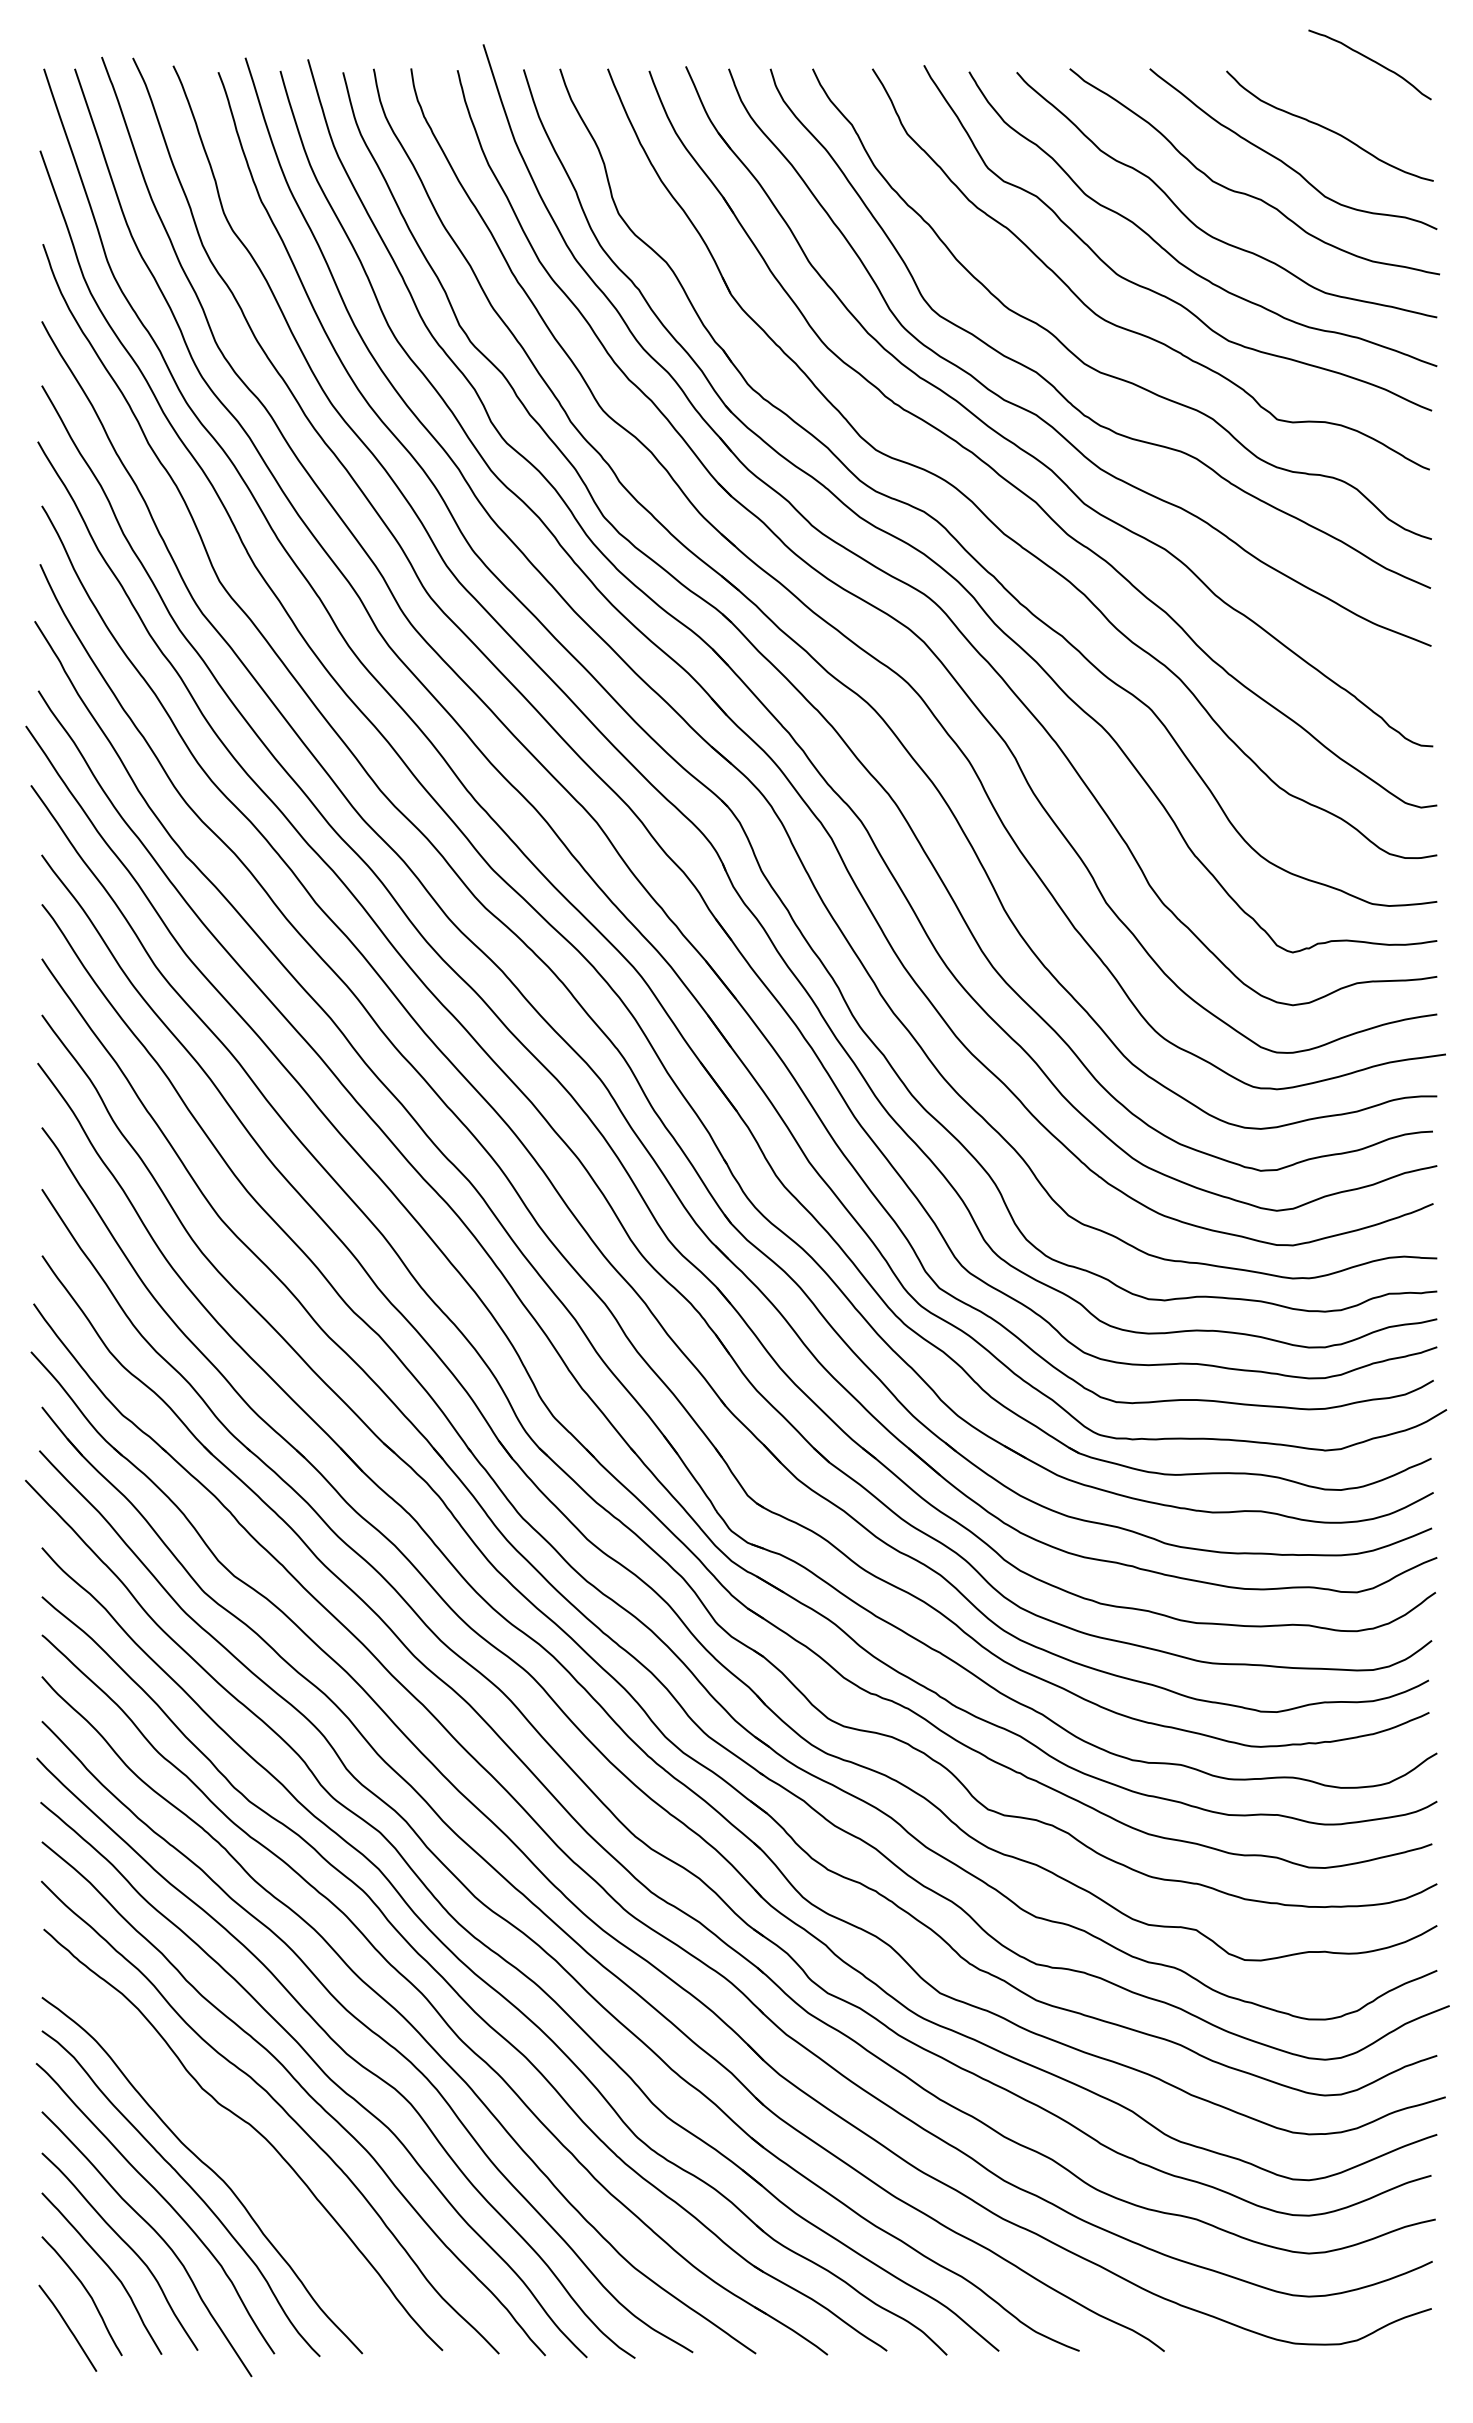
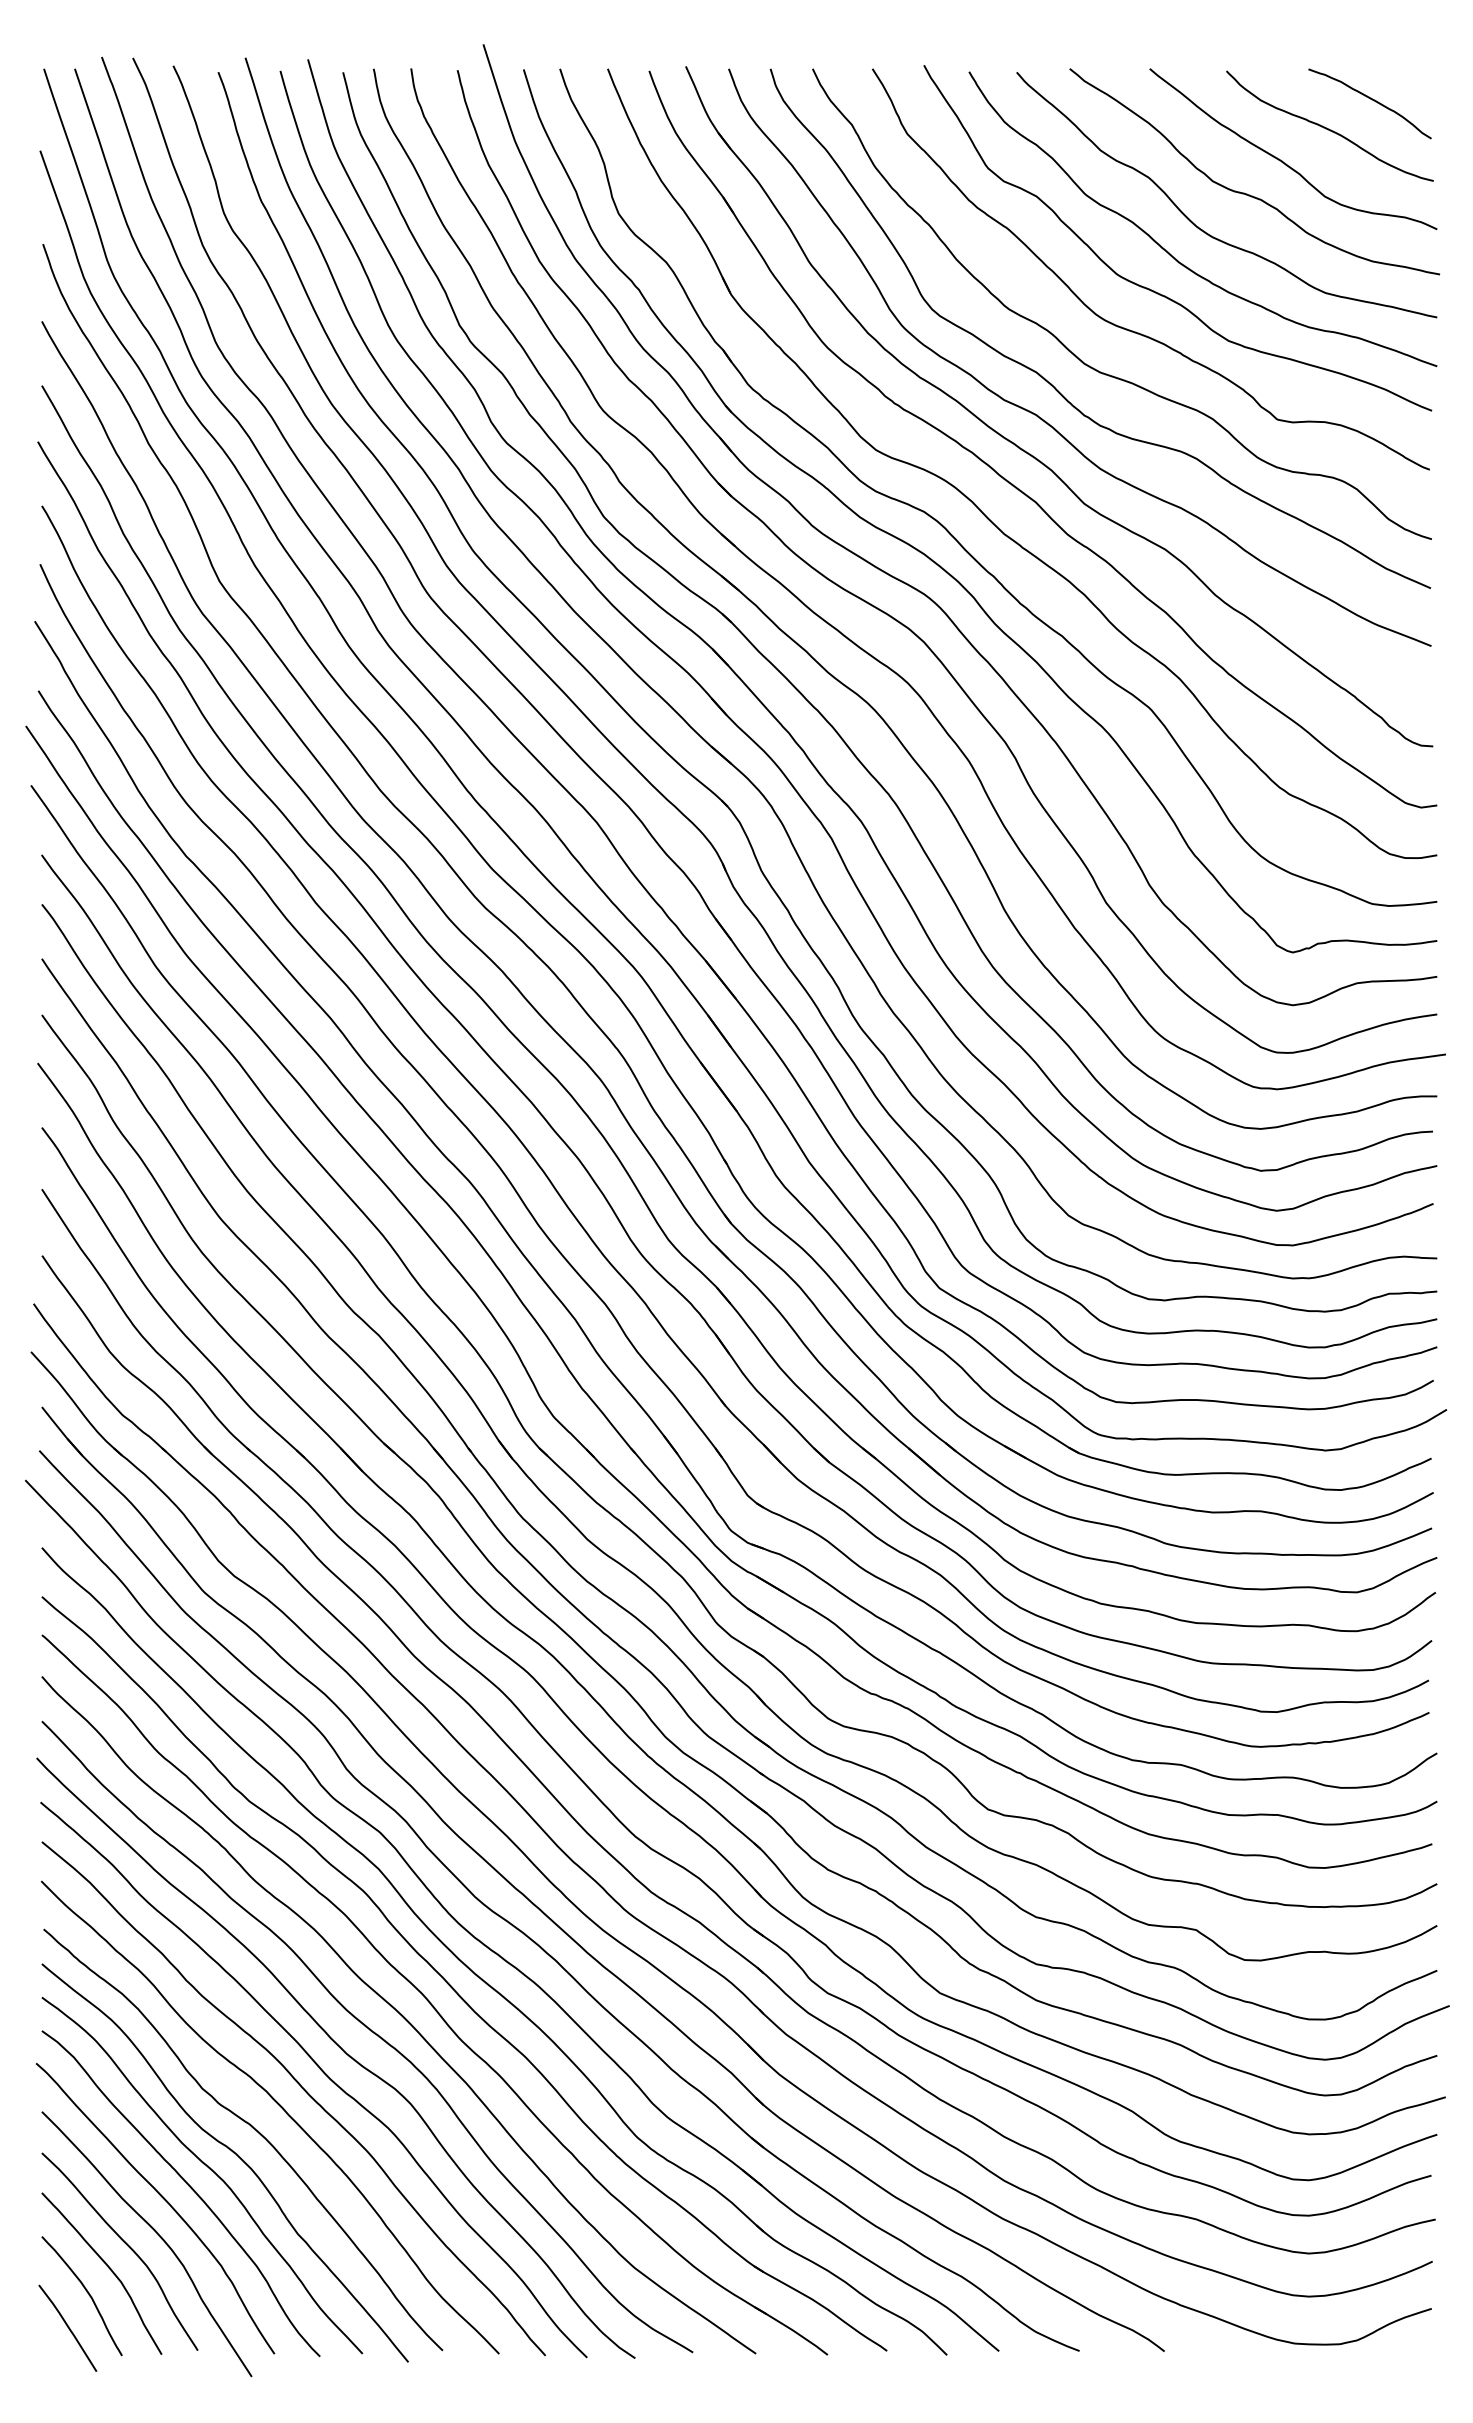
curve at (1370, 60) position: (1370, 60) -> (1370, 99)
curve at (233, 2153): none -> present
